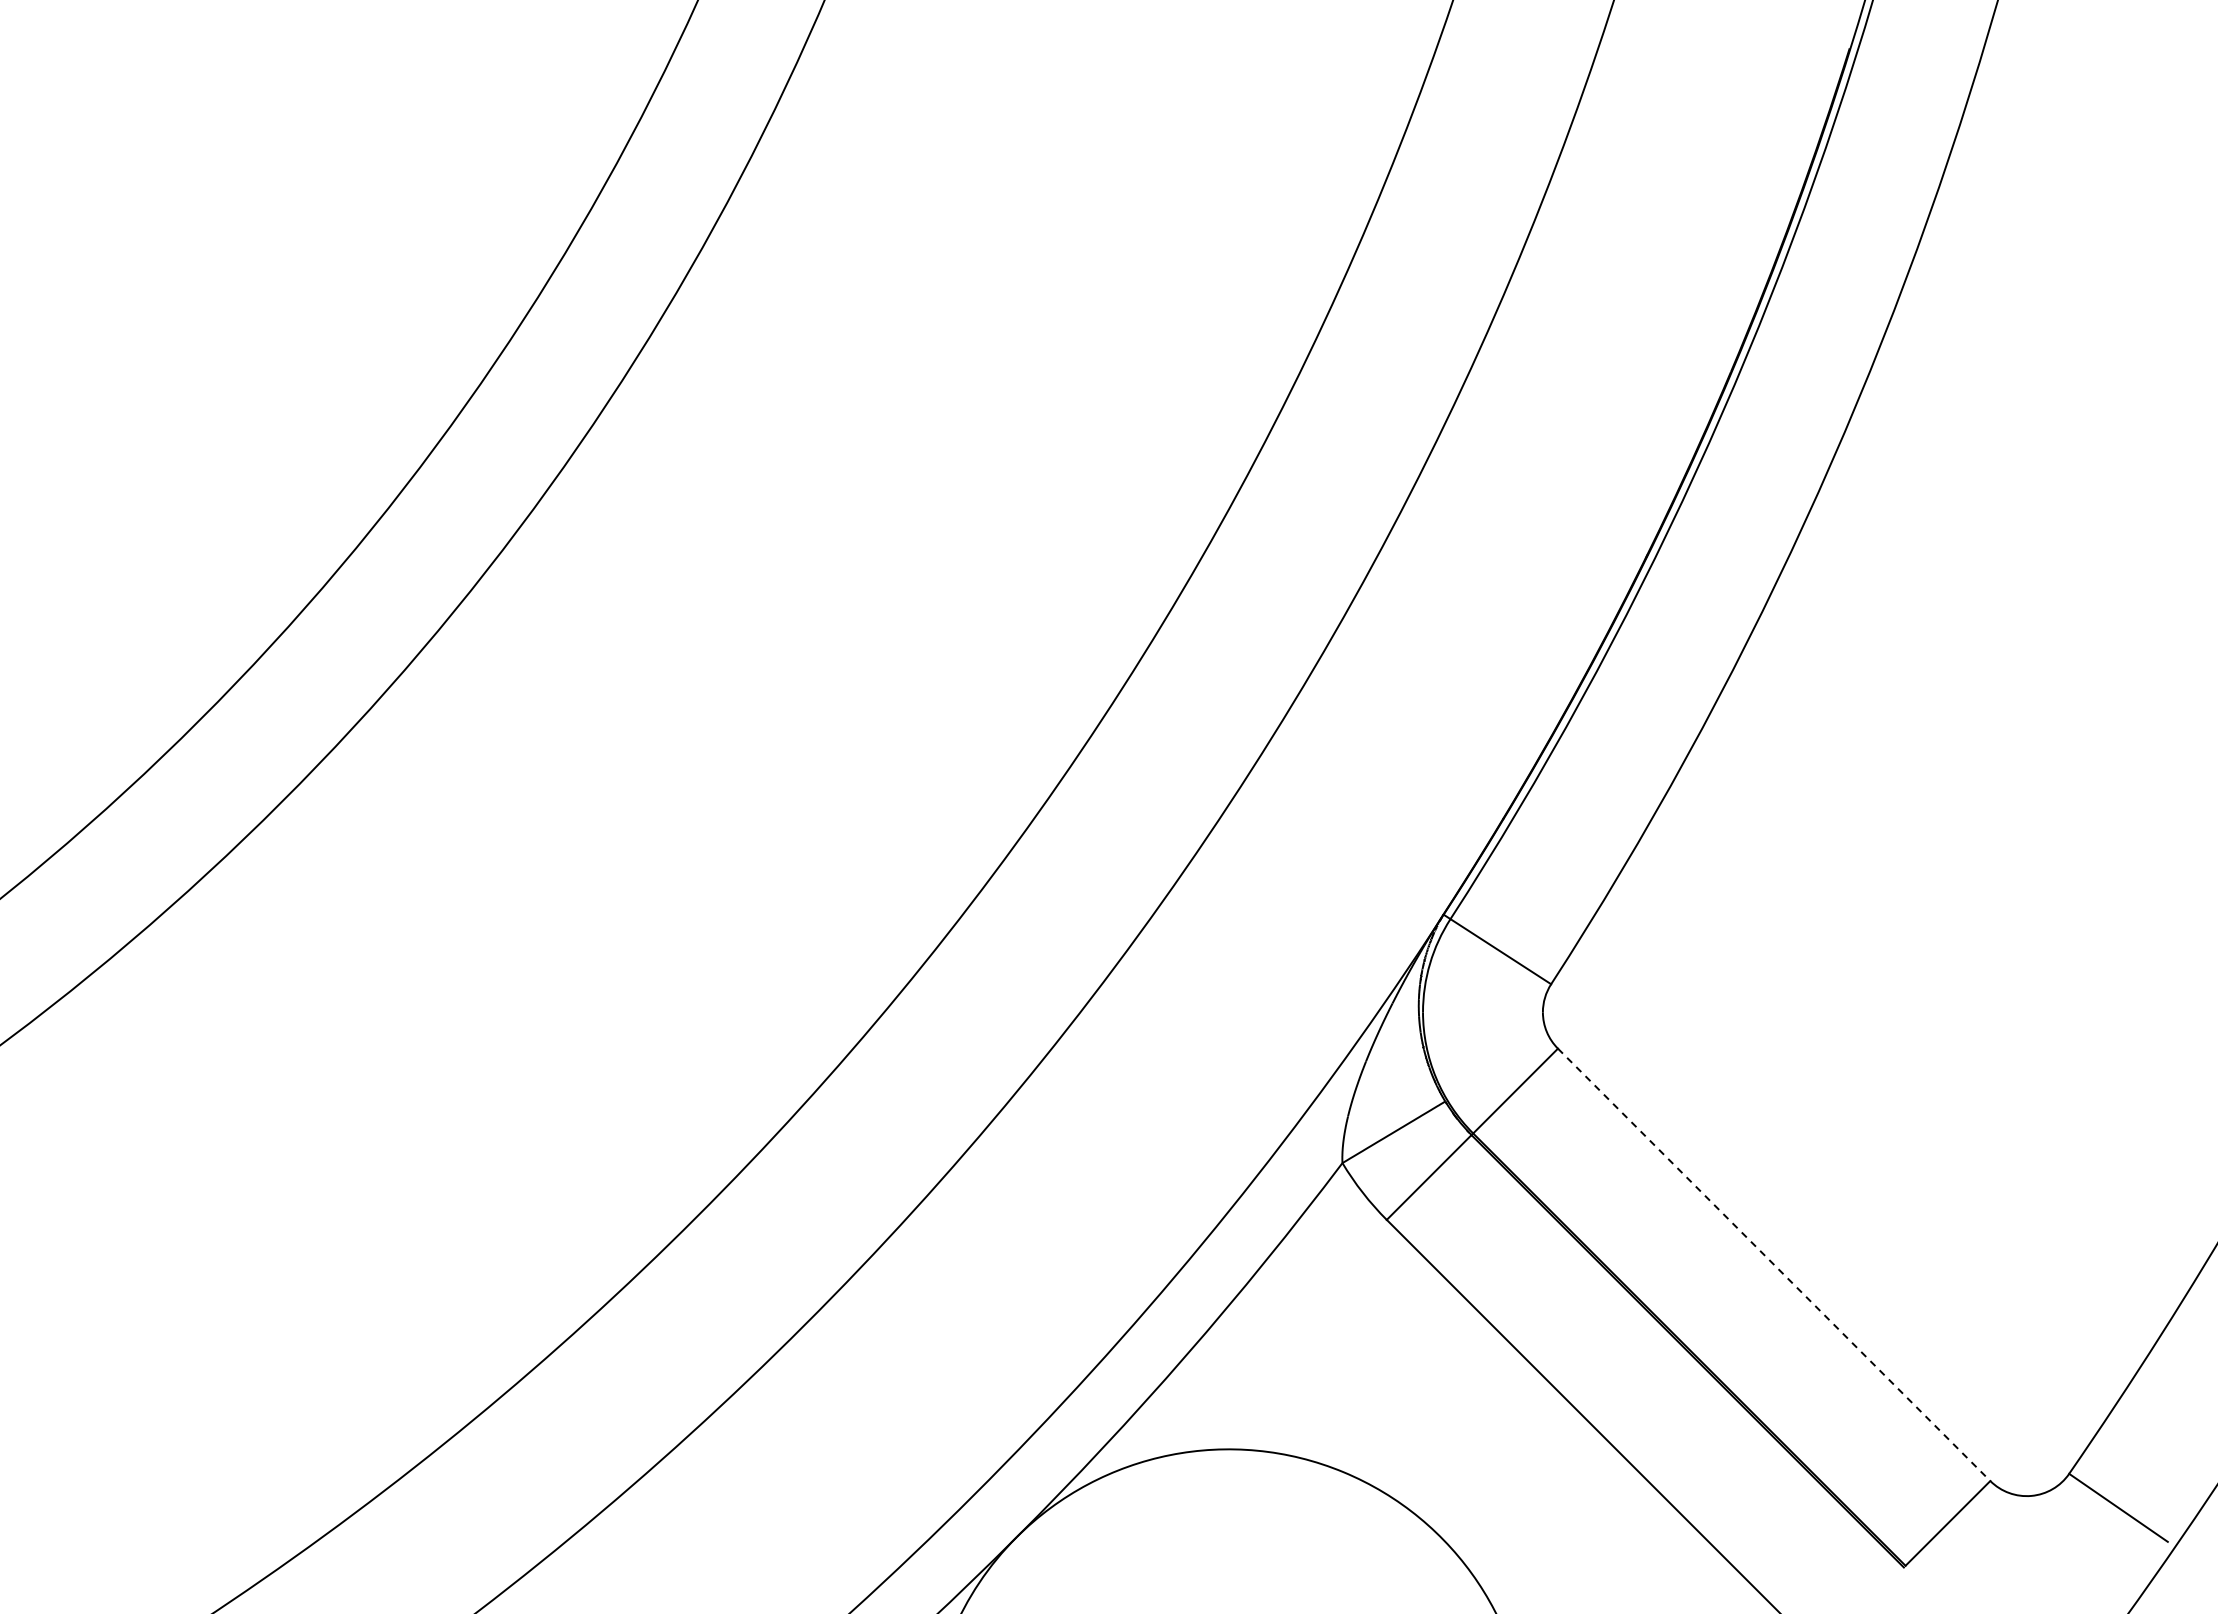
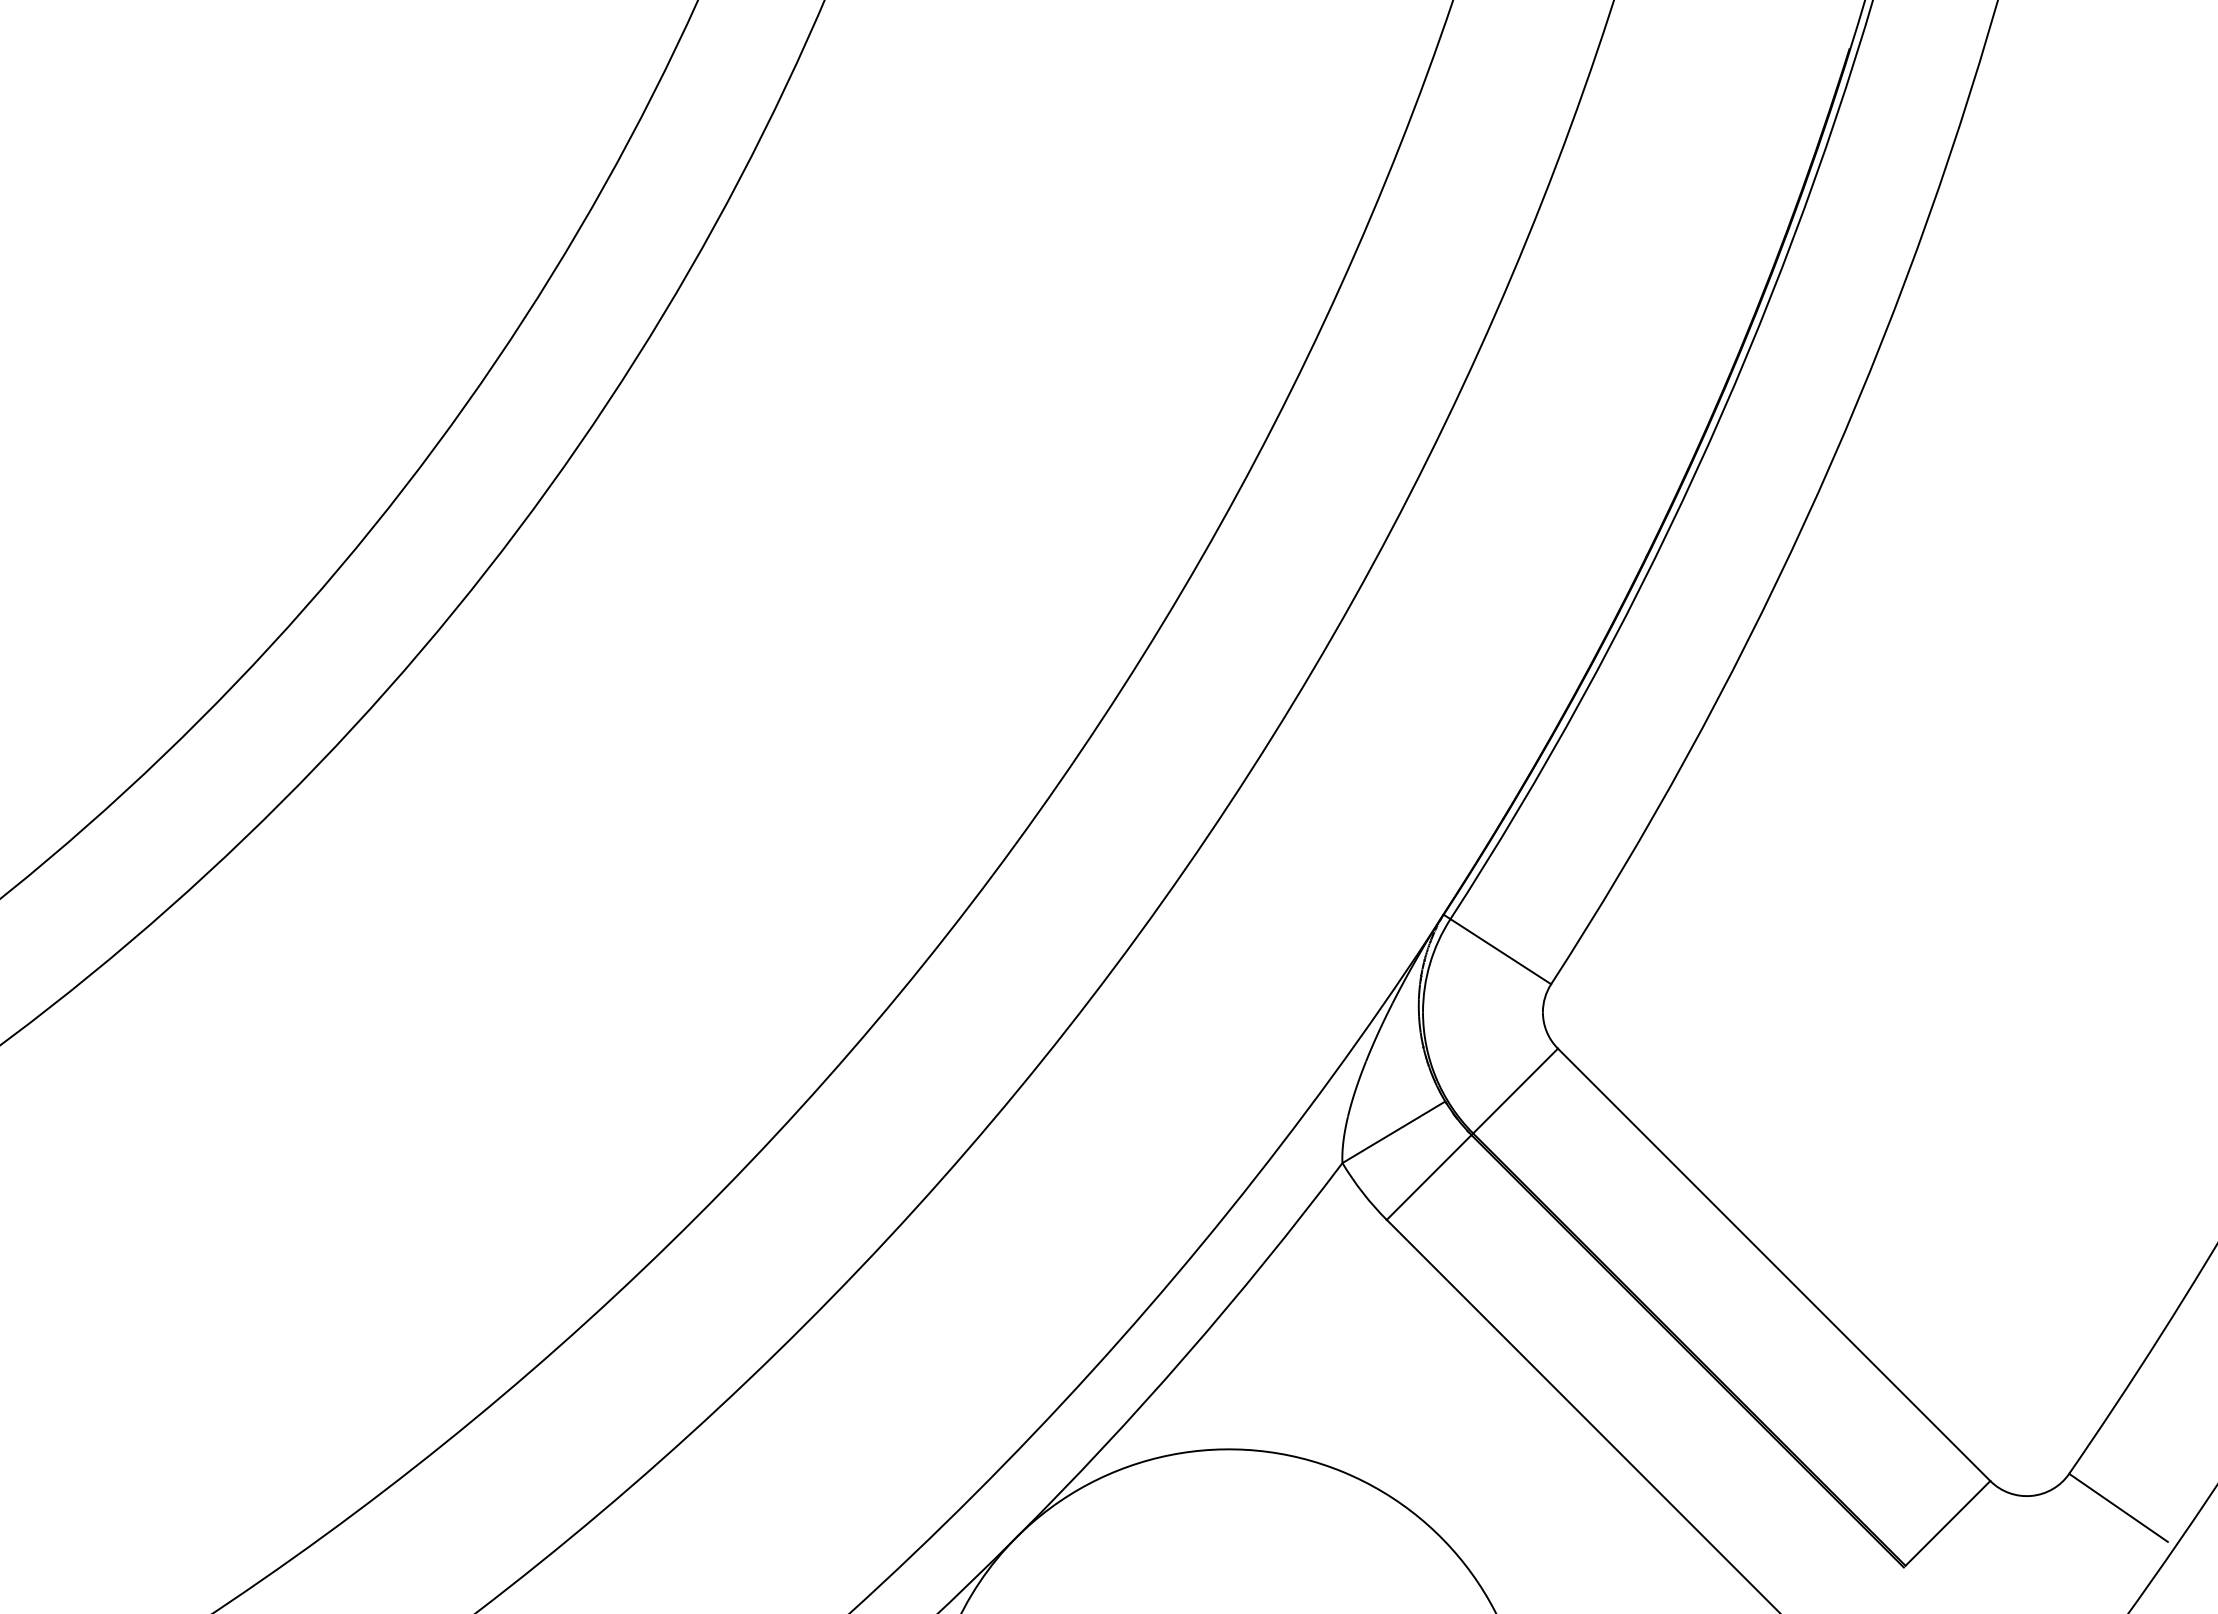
line at (1774, 1264): dashed -> solid
